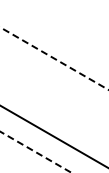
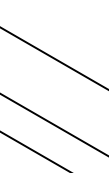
line at (54, 58): dashed -> solid
line at (53, 136) position: (53, 136) -> (53, 124)
line at (35, 152): dashed -> solid
